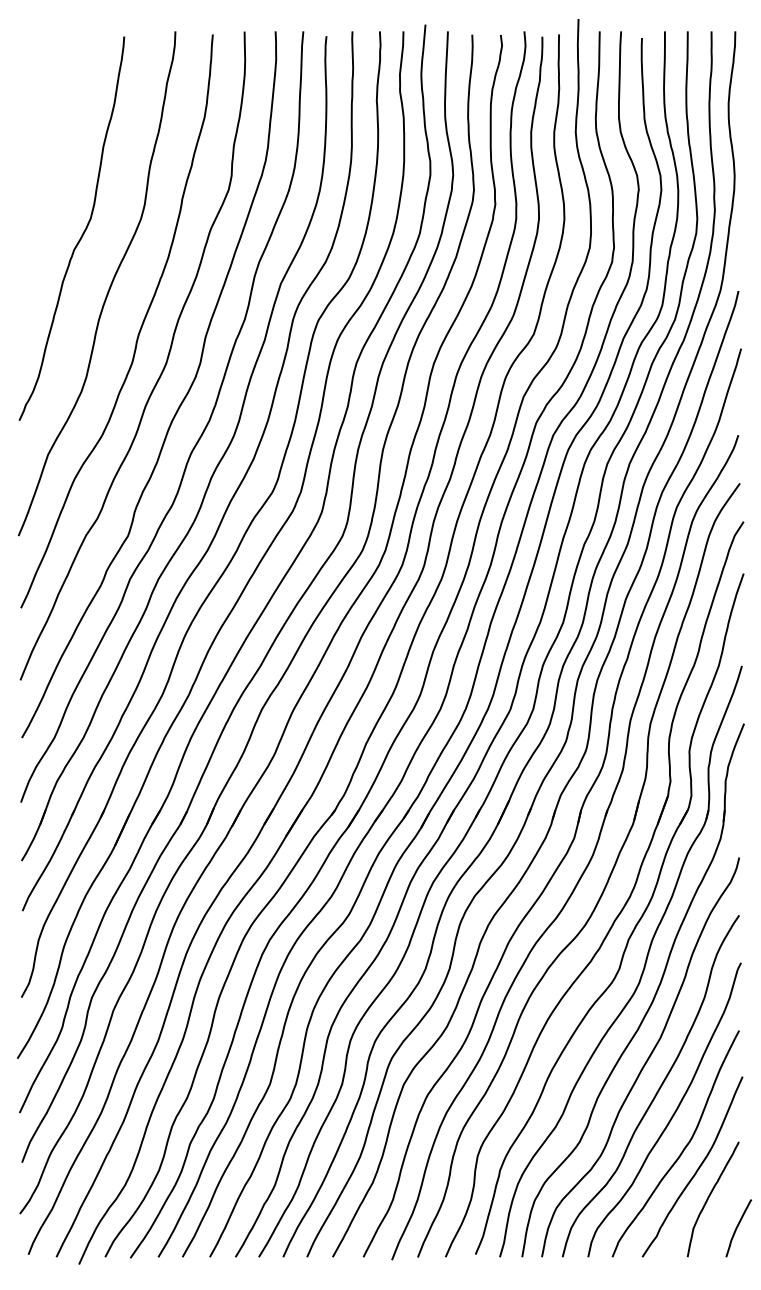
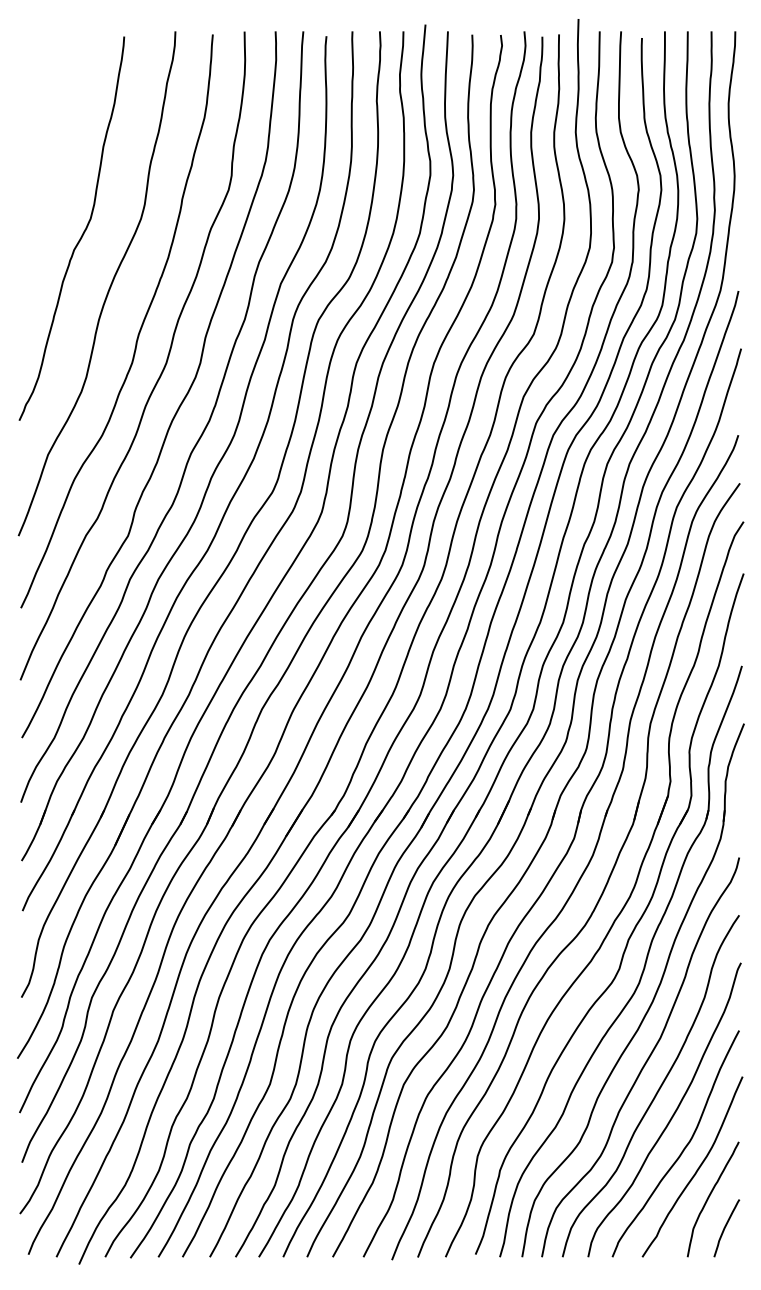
curve at (737, 1228) position: (737, 1228) -> (725, 1228)
